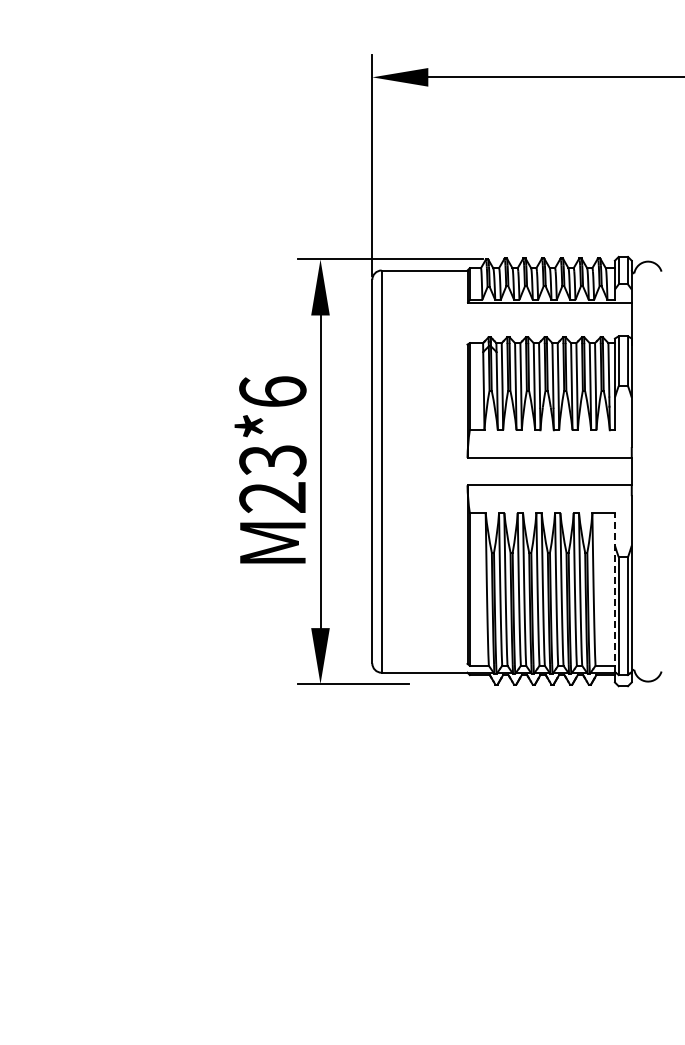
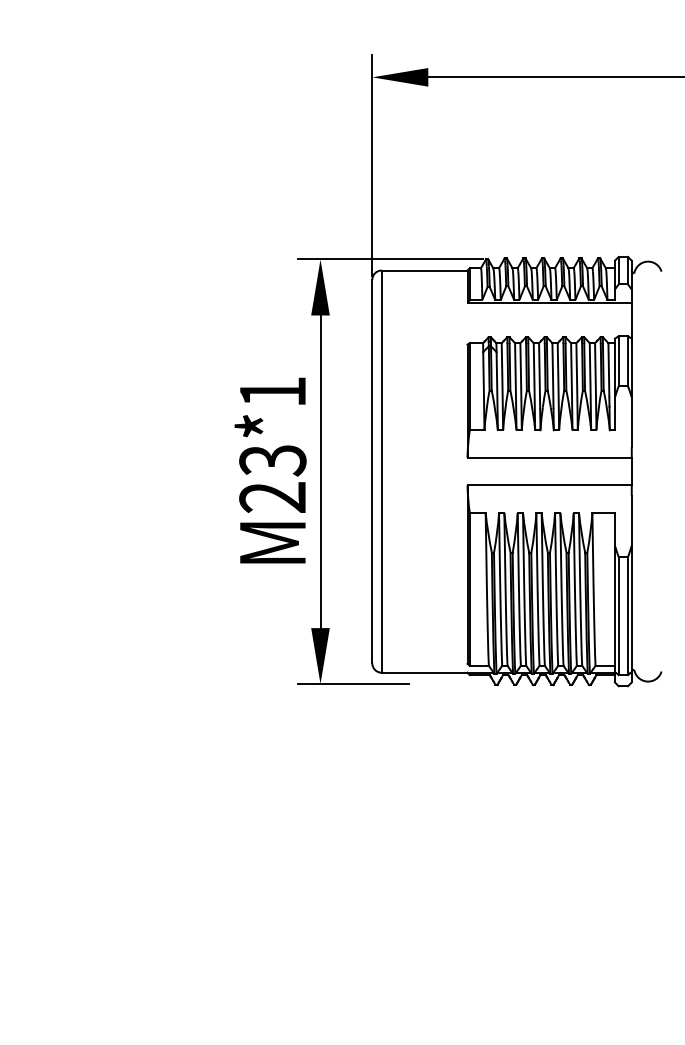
text at (272, 391): M23*6 -> M23*1
line at (614, 591): dashed -> solid
